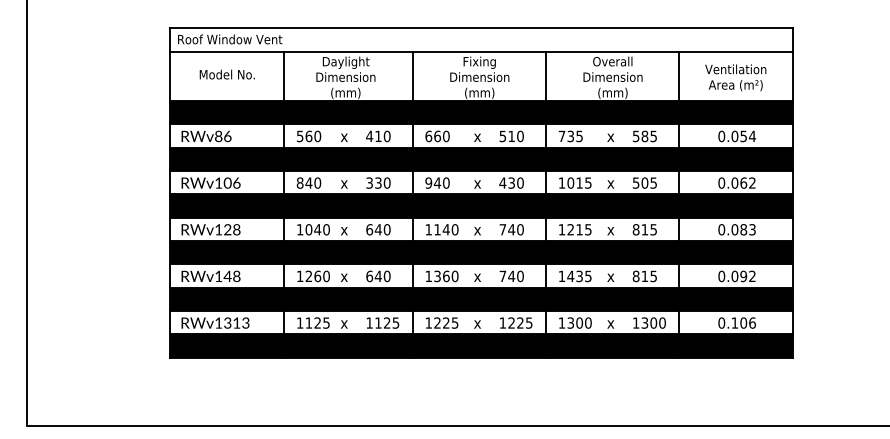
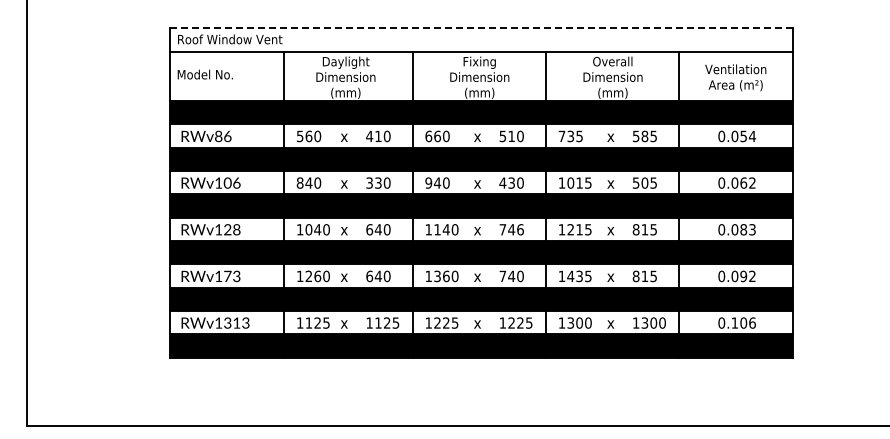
line at (481, 27): solid -> dashed
text at (226, 74) position: (226, 74) -> (204, 74)
text at (520, 229): 740 -> 746
text at (231, 275): RWv148 -> RWv173
